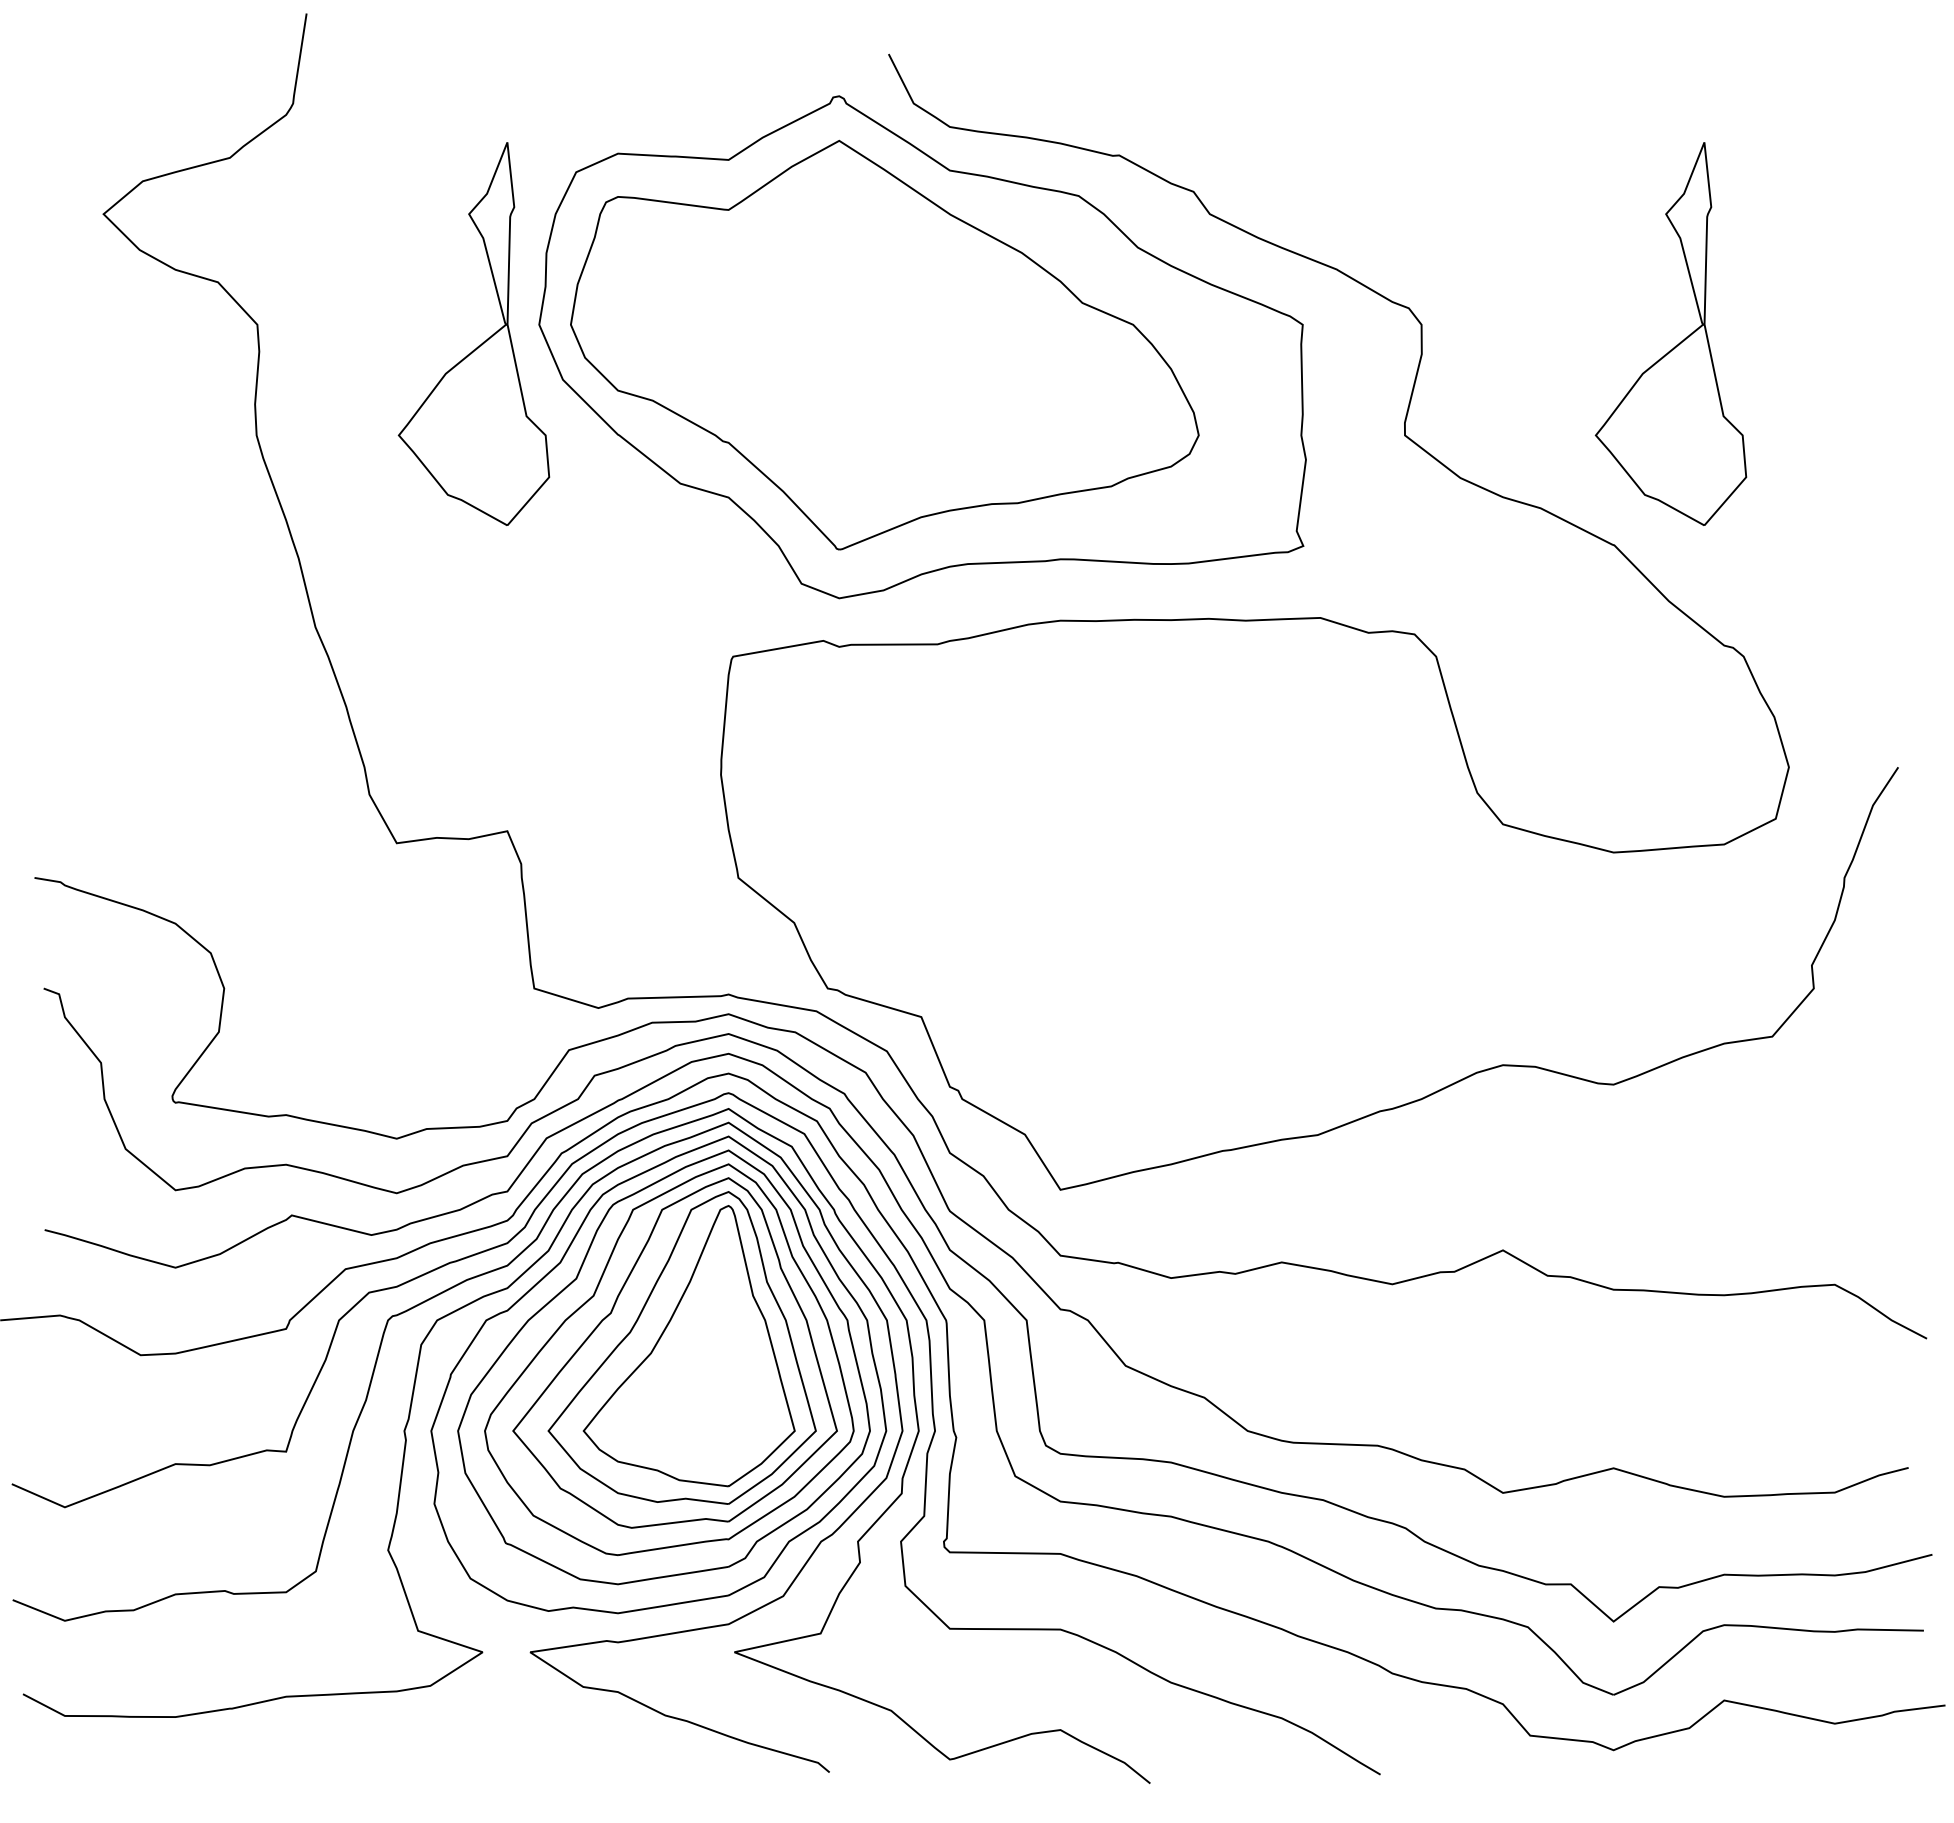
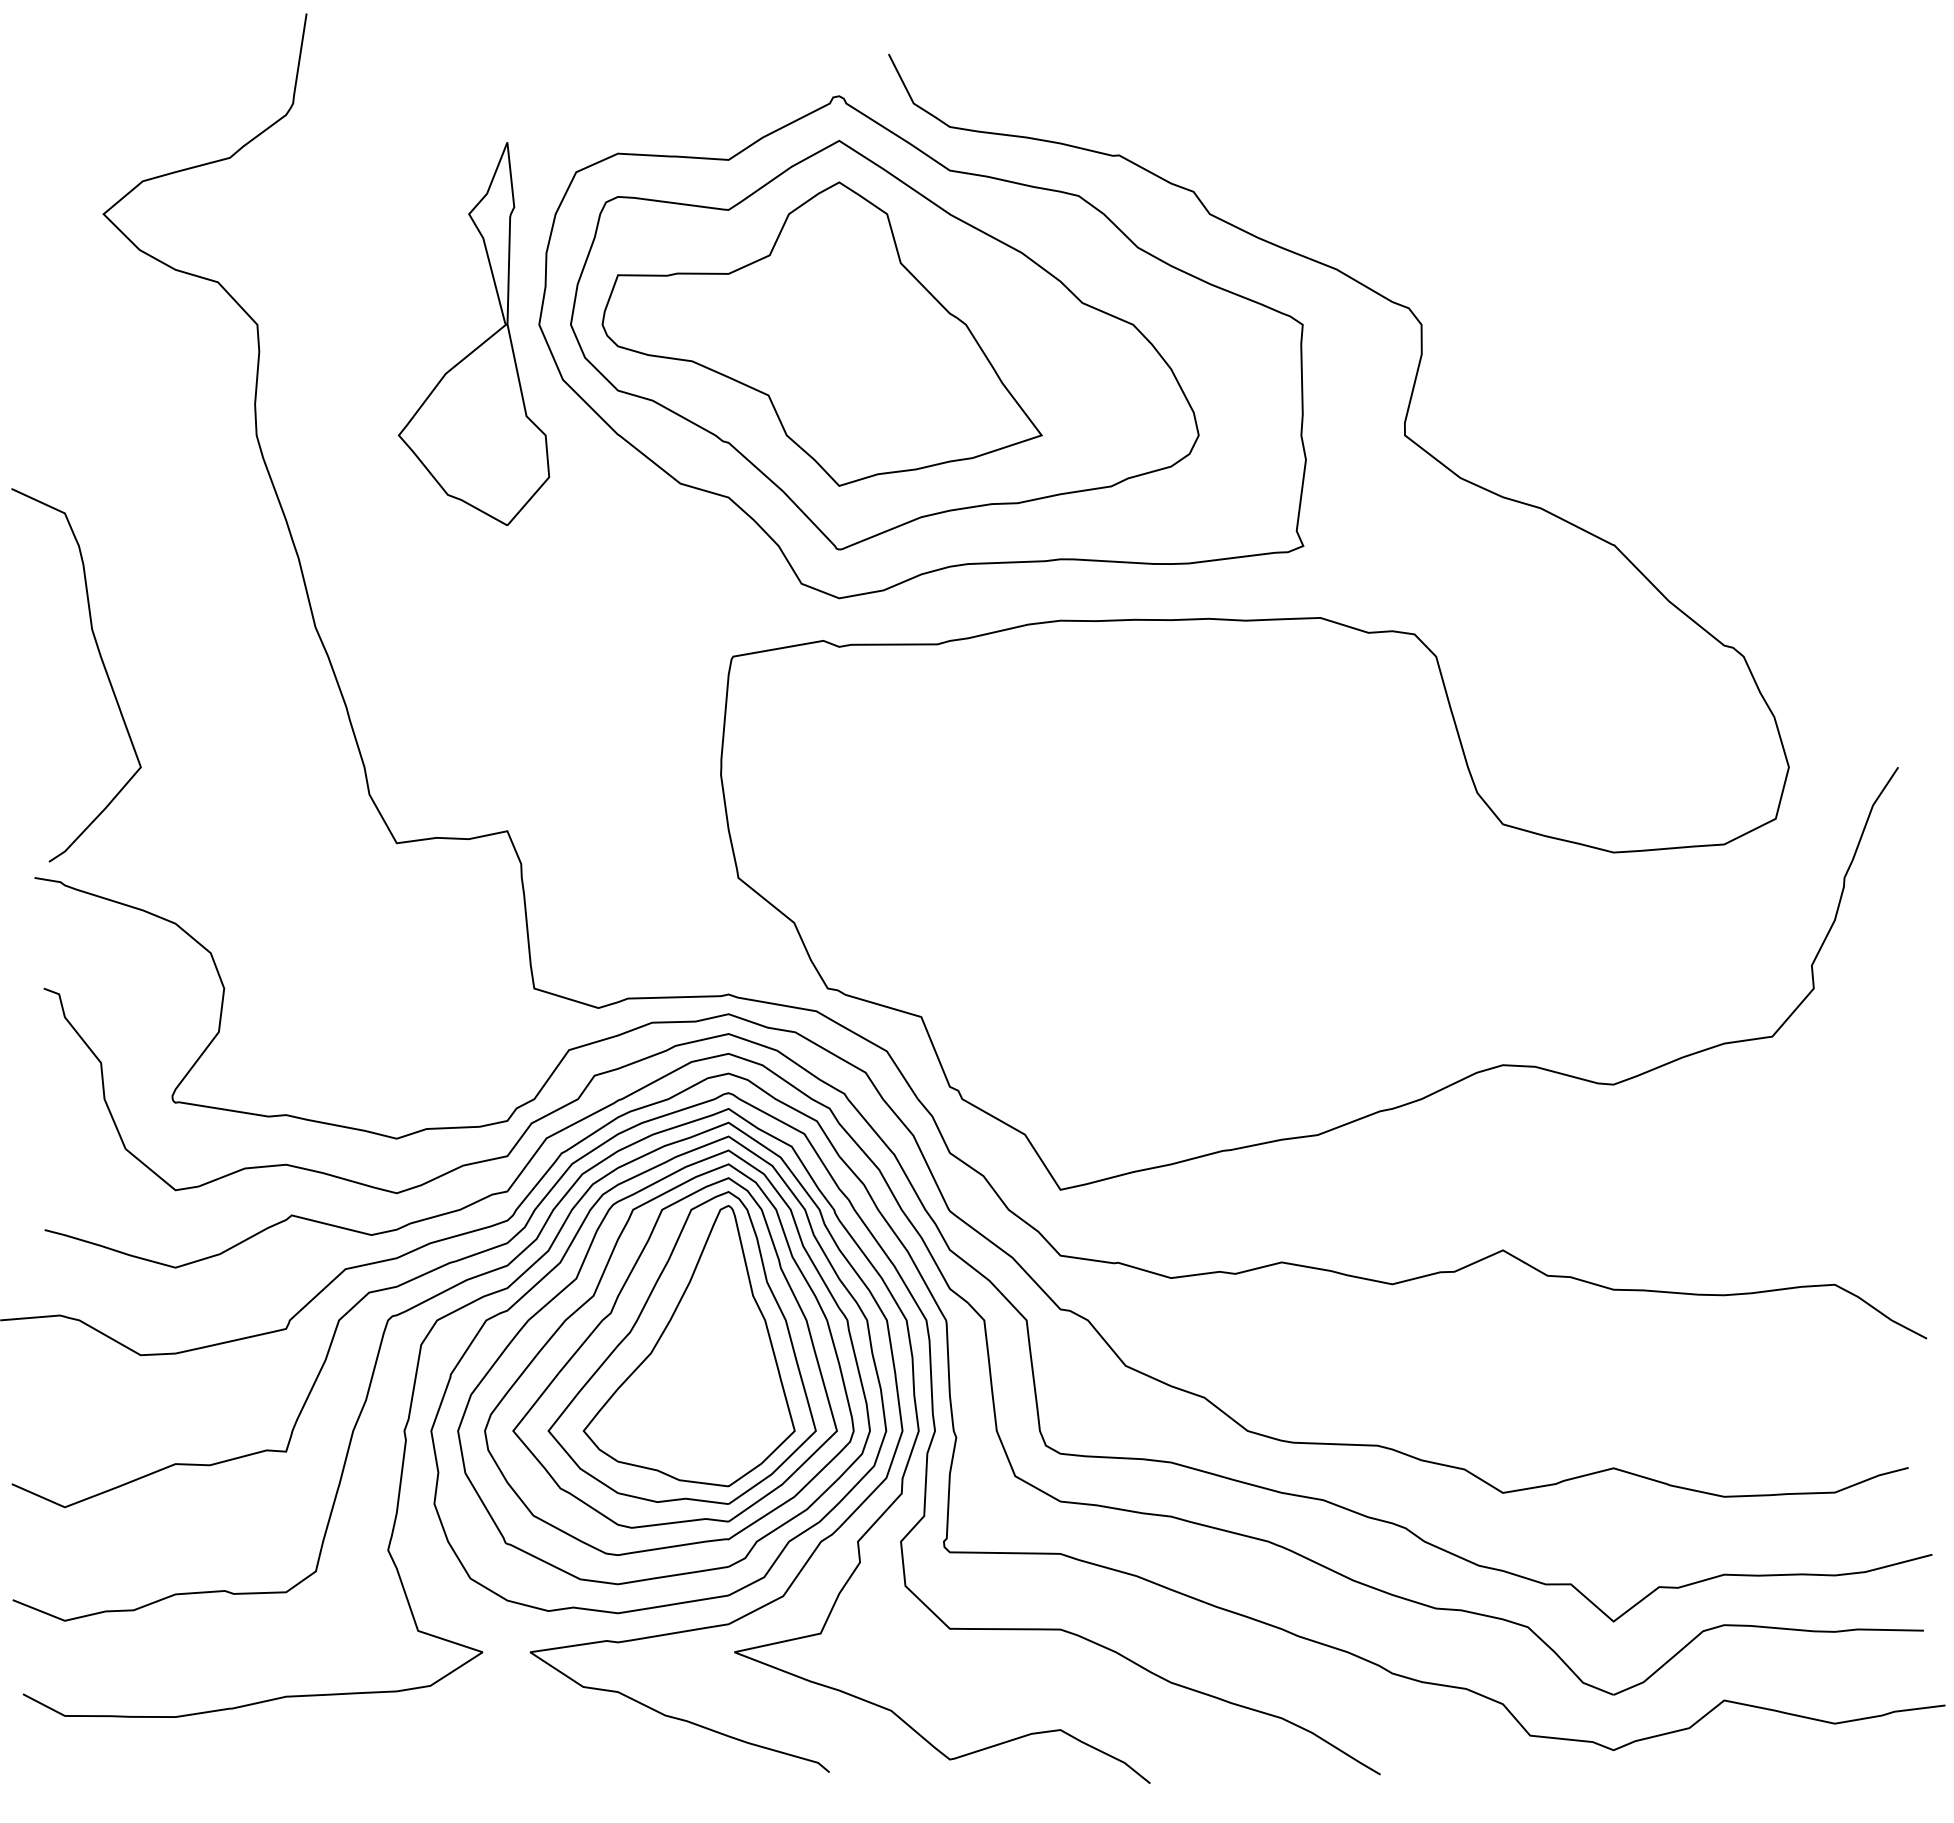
part at (821, 333): none -> present
part at (1679, 342): present -> none
curve at (103, 667): none -> present
